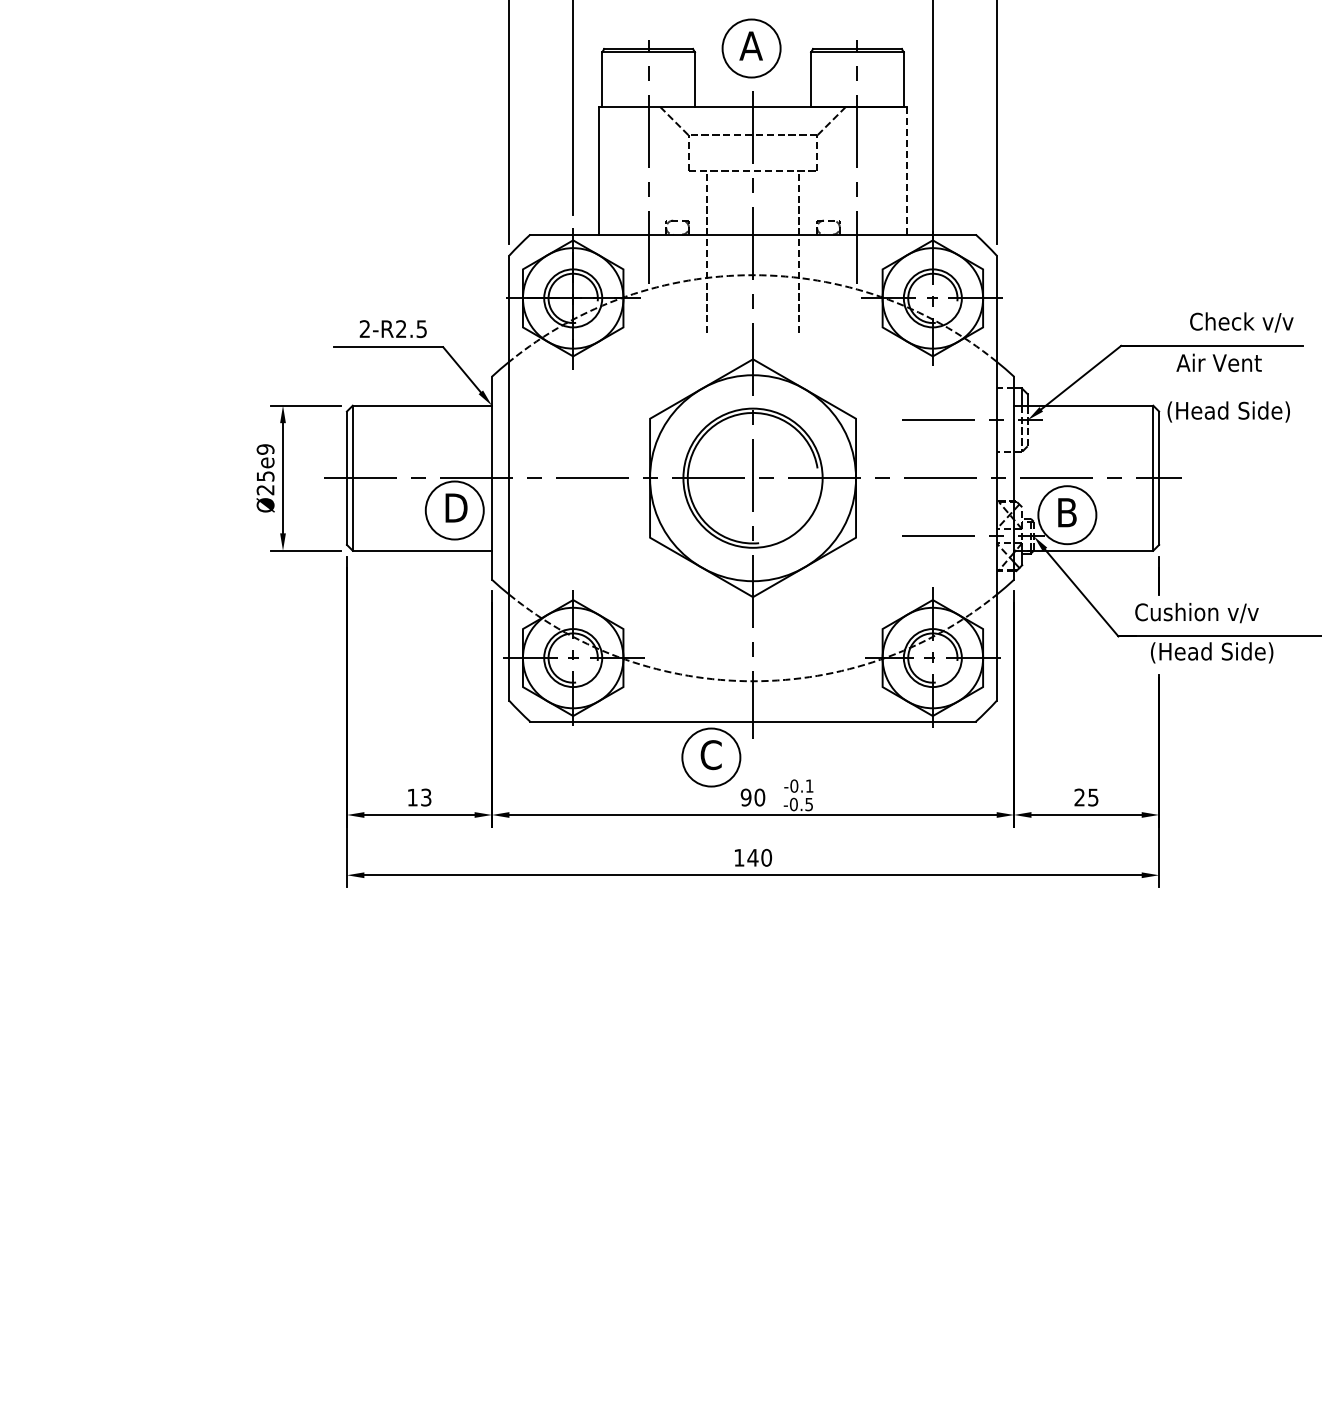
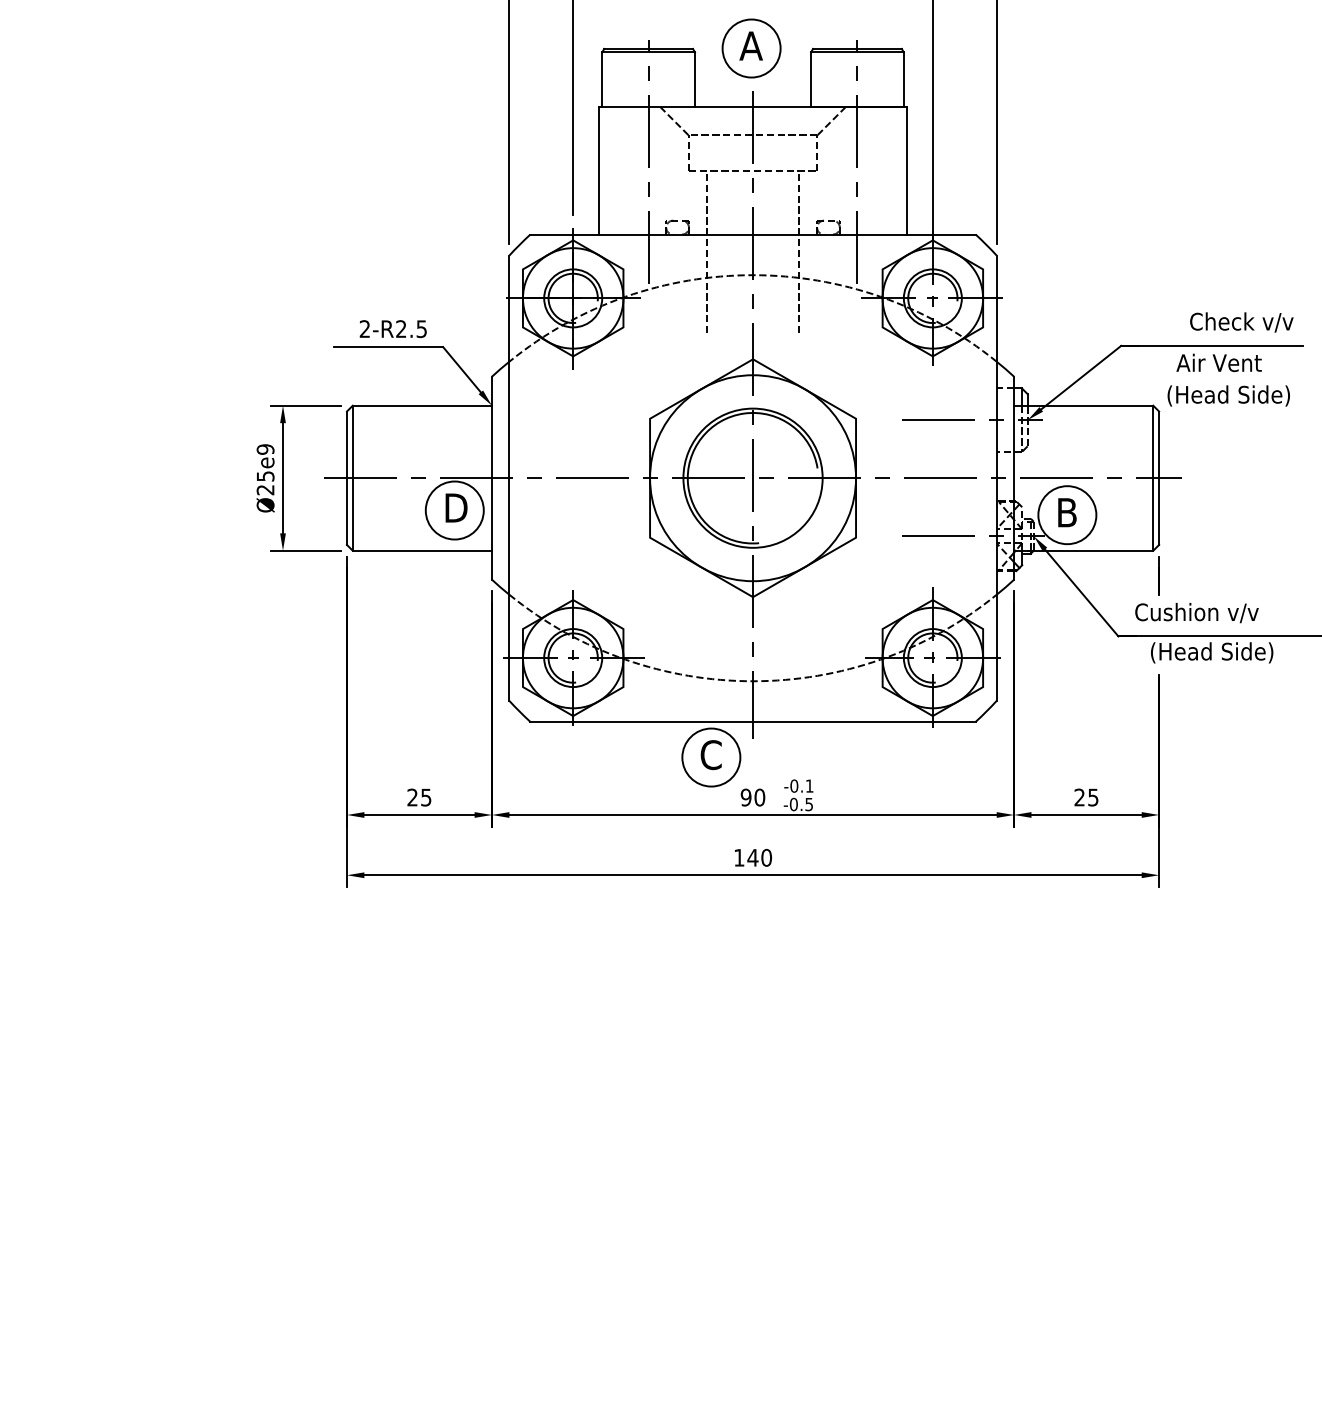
line at (906, 170): dashed -> solid
text at (1228, 411) position: (1228, 411) -> (1228, 395)
text at (419, 797): 13 -> 25
